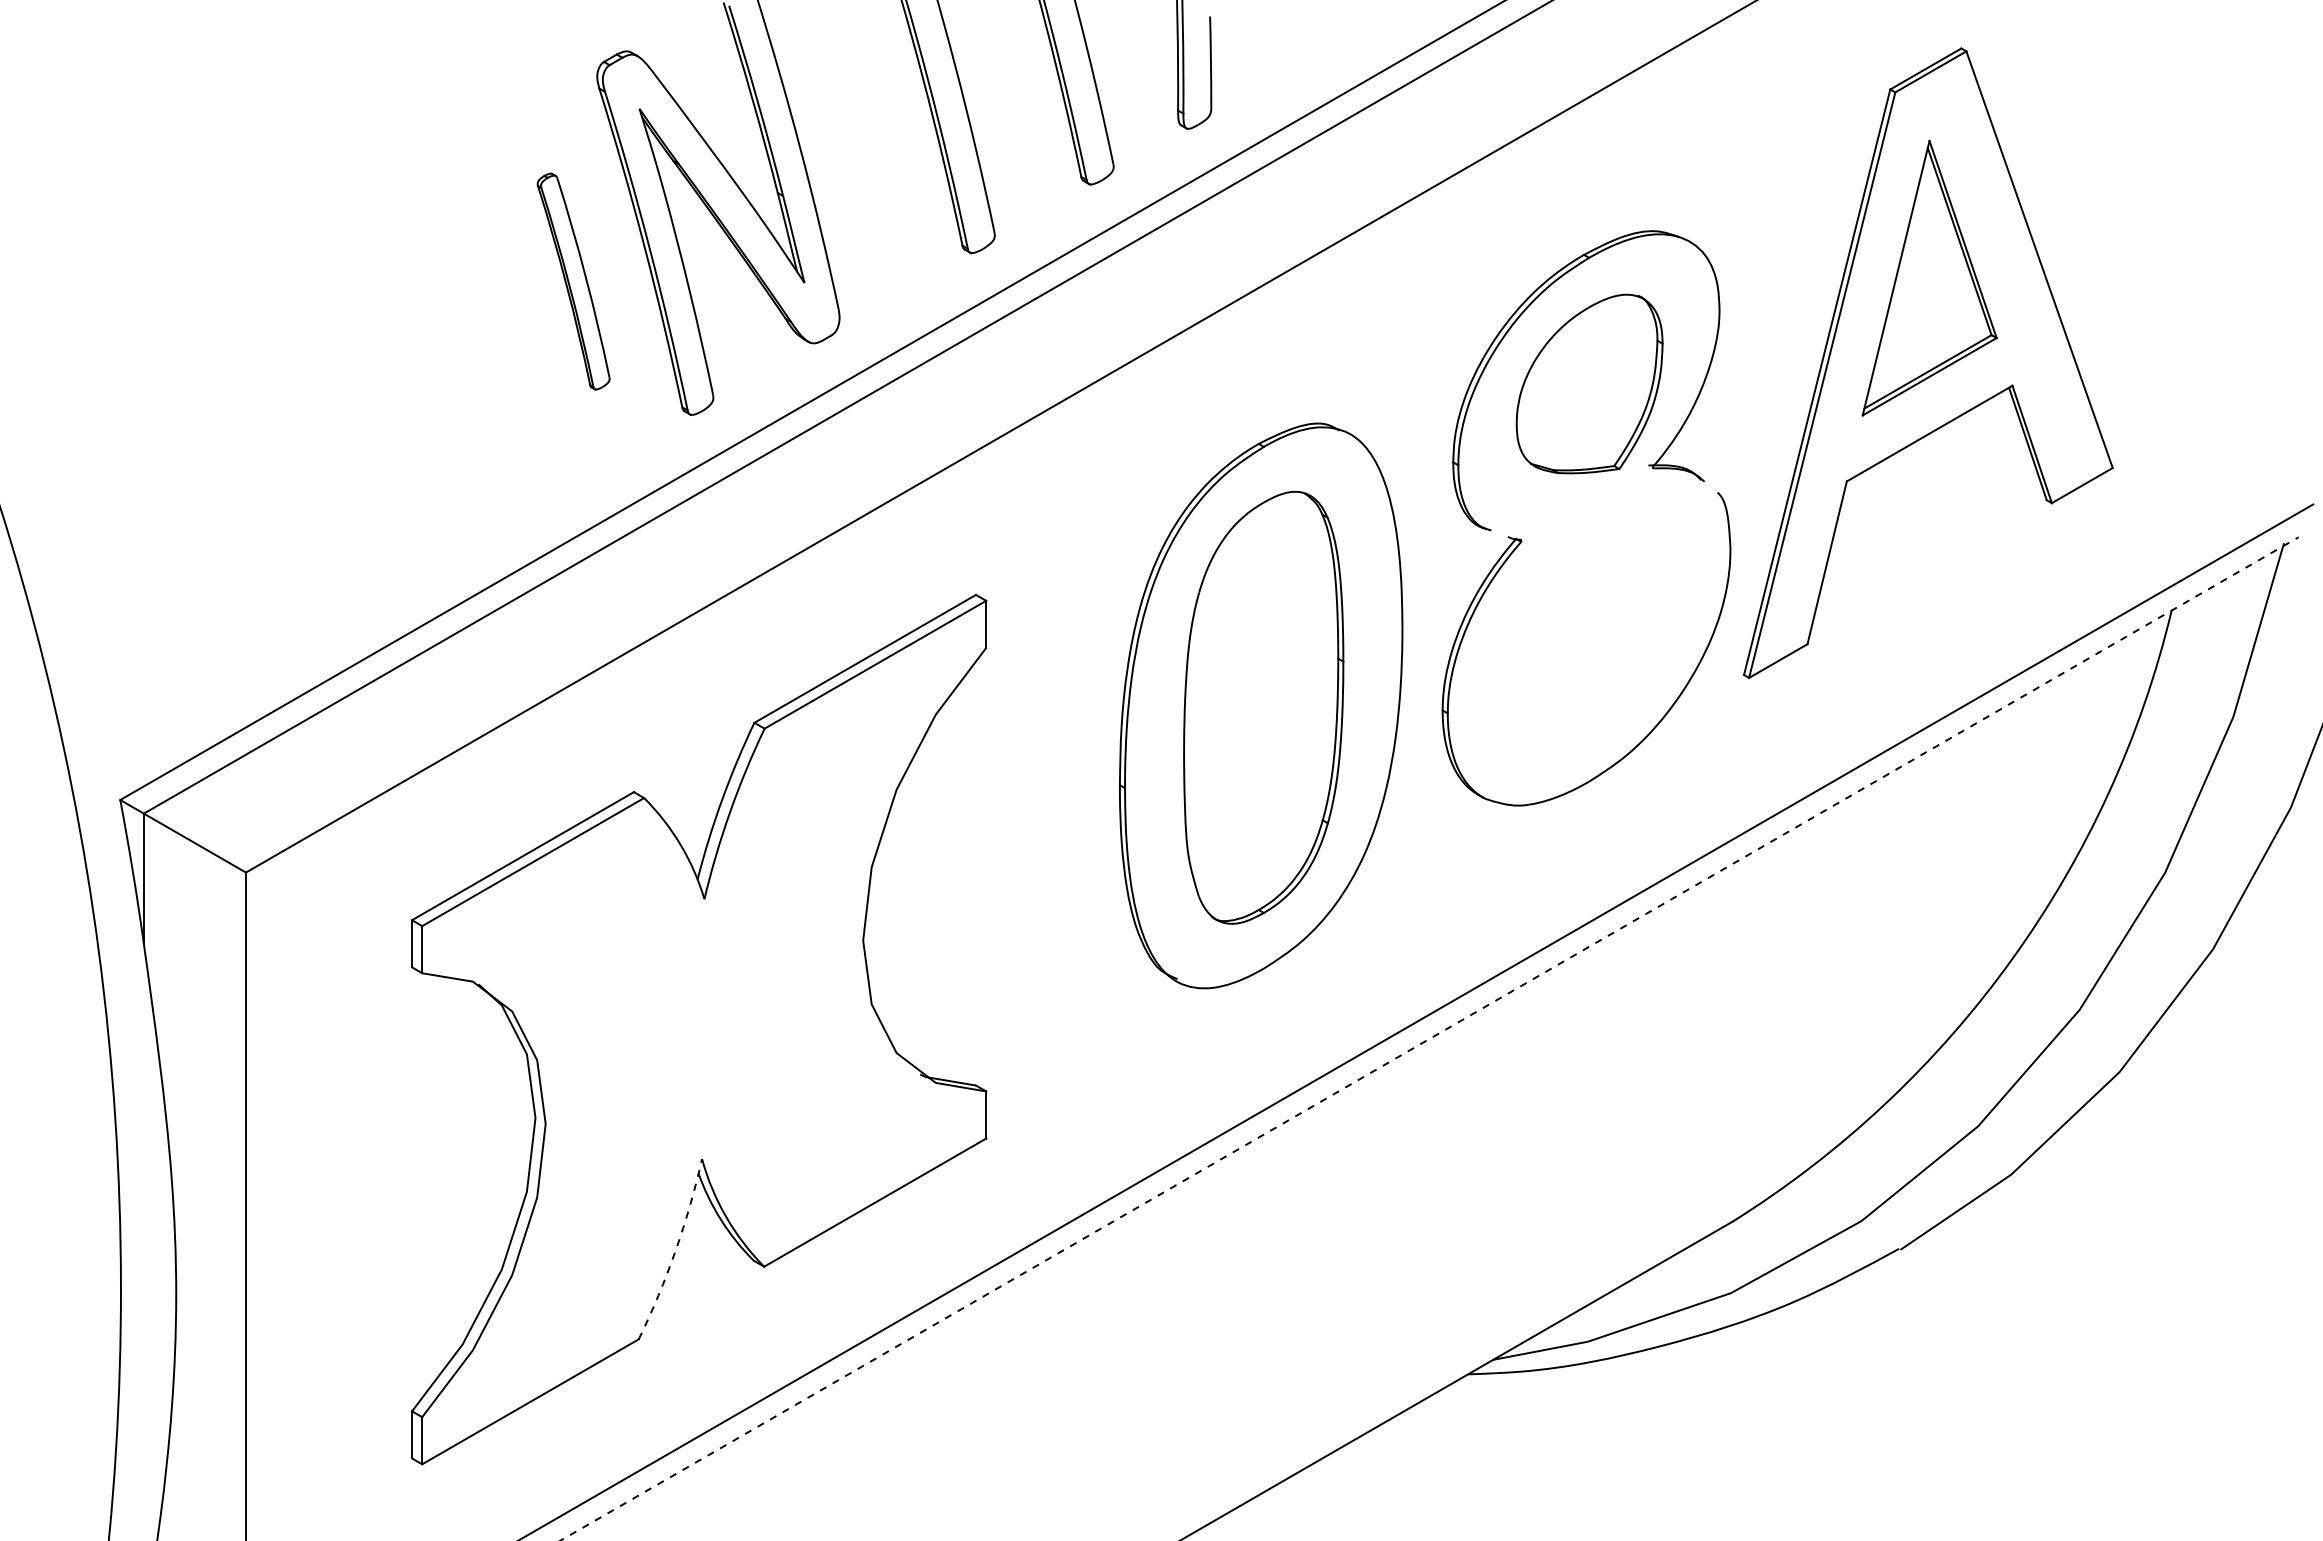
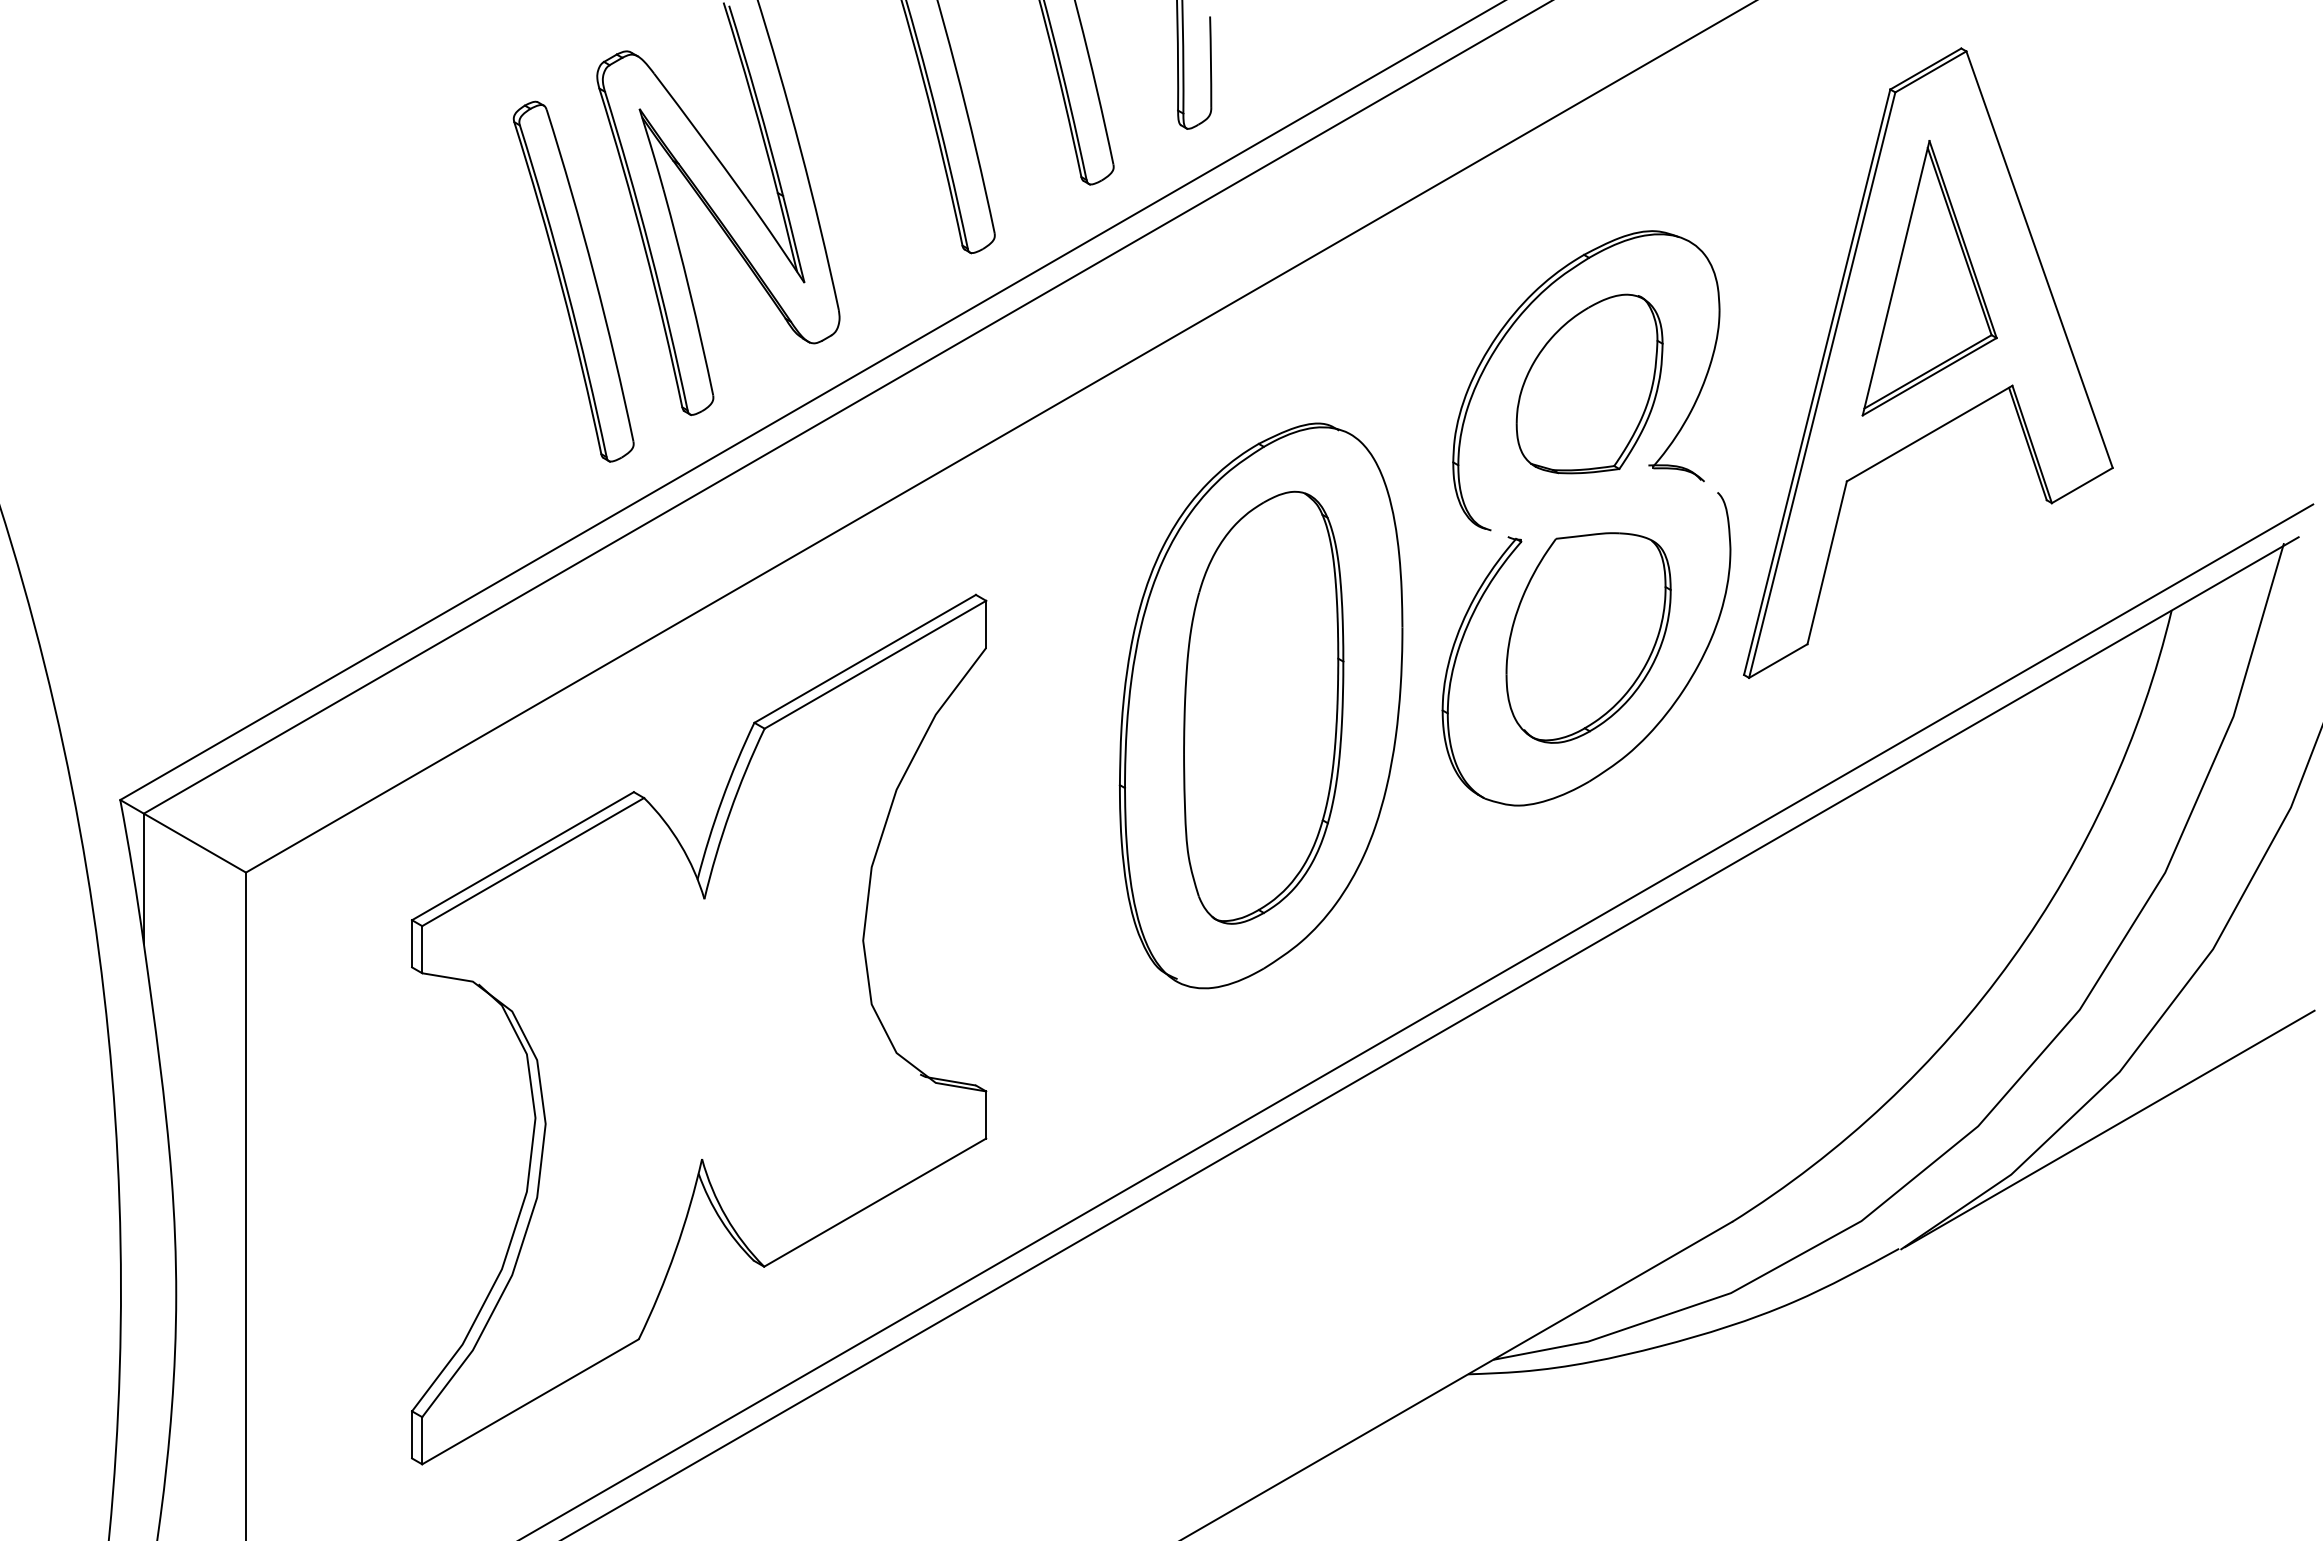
part at (573, 281) size: 75x219 px -> 123x363 px
part at (1588, 637): none -> present
line at (1429, 1039): dashed -> solid
line at (2109, 1128): none -> present
arc at (675, 1250): dashed -> solid
